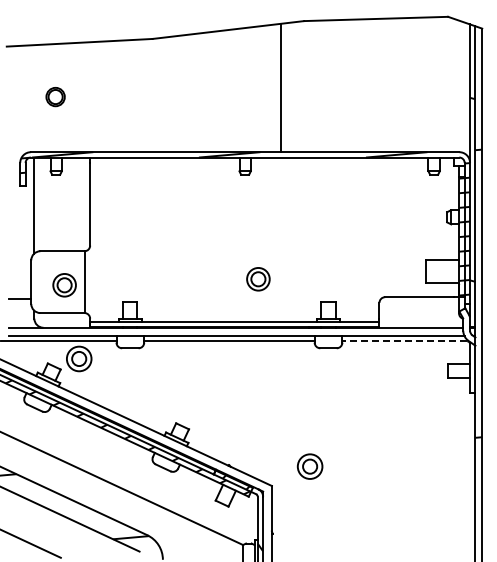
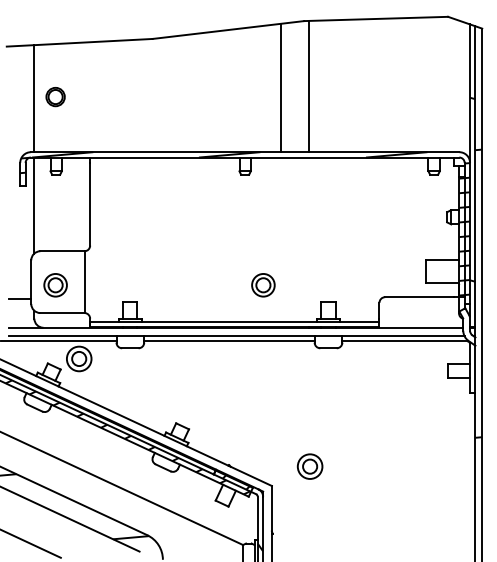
line at (309, 86): none -> present
line at (34, 98): none -> present
part at (258, 279) position: (258, 279) -> (263, 285)
part at (64, 285) position: (64, 285) -> (55, 285)
line at (404, 341): dashed -> solid
